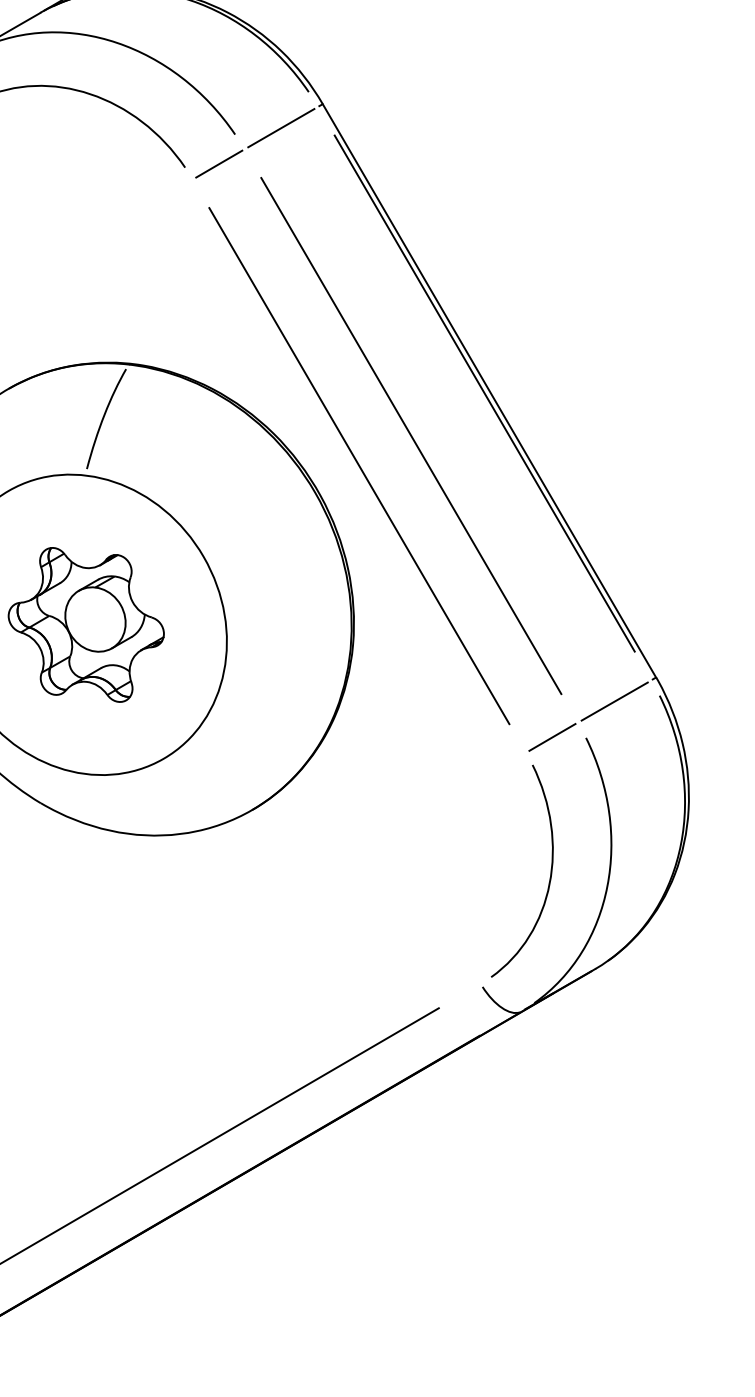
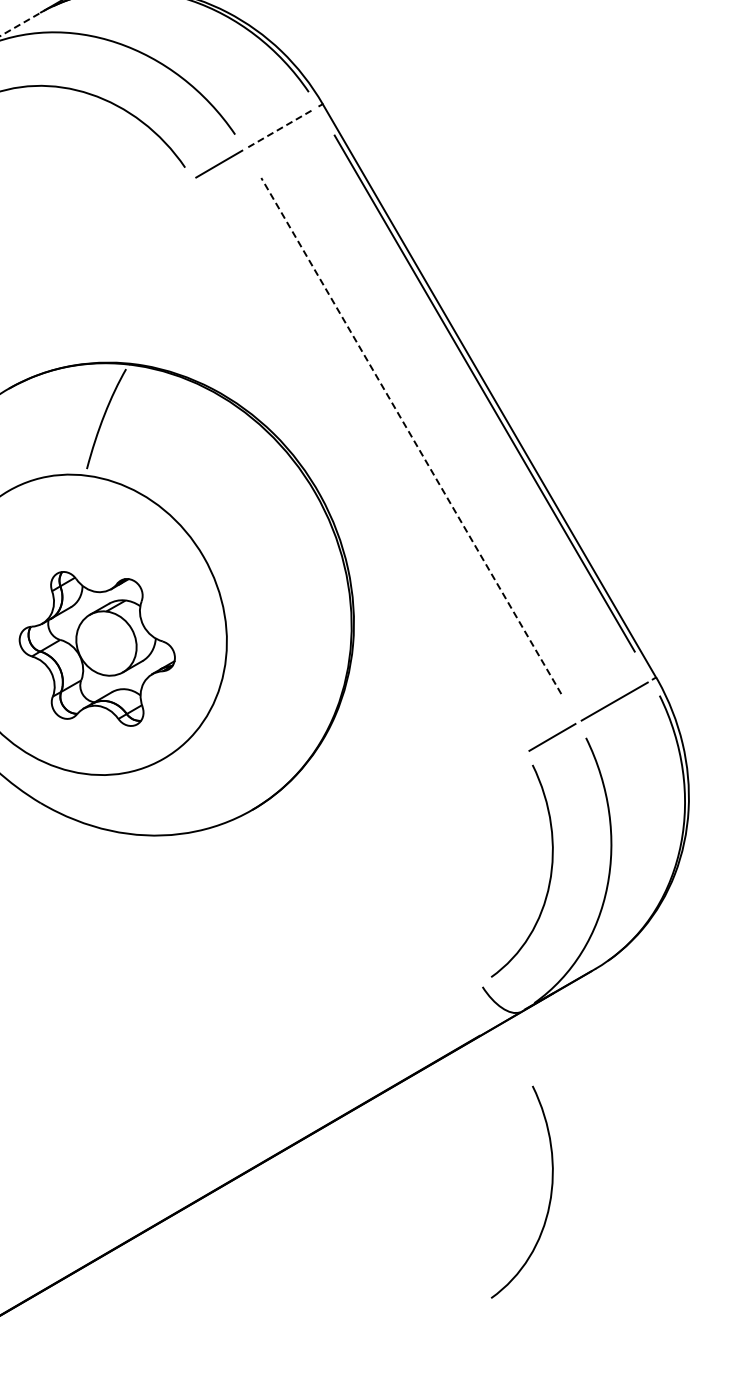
line at (20, 24): solid -> dashed
line at (281, 127): solid -> dashed
line at (411, 435): solid -> dashed
line at (359, 466): present -> none
part at (85, 624) position: (85, 624) -> (96, 648)
line at (220, 1135): present -> none
curve at (549, 1198): none -> present
